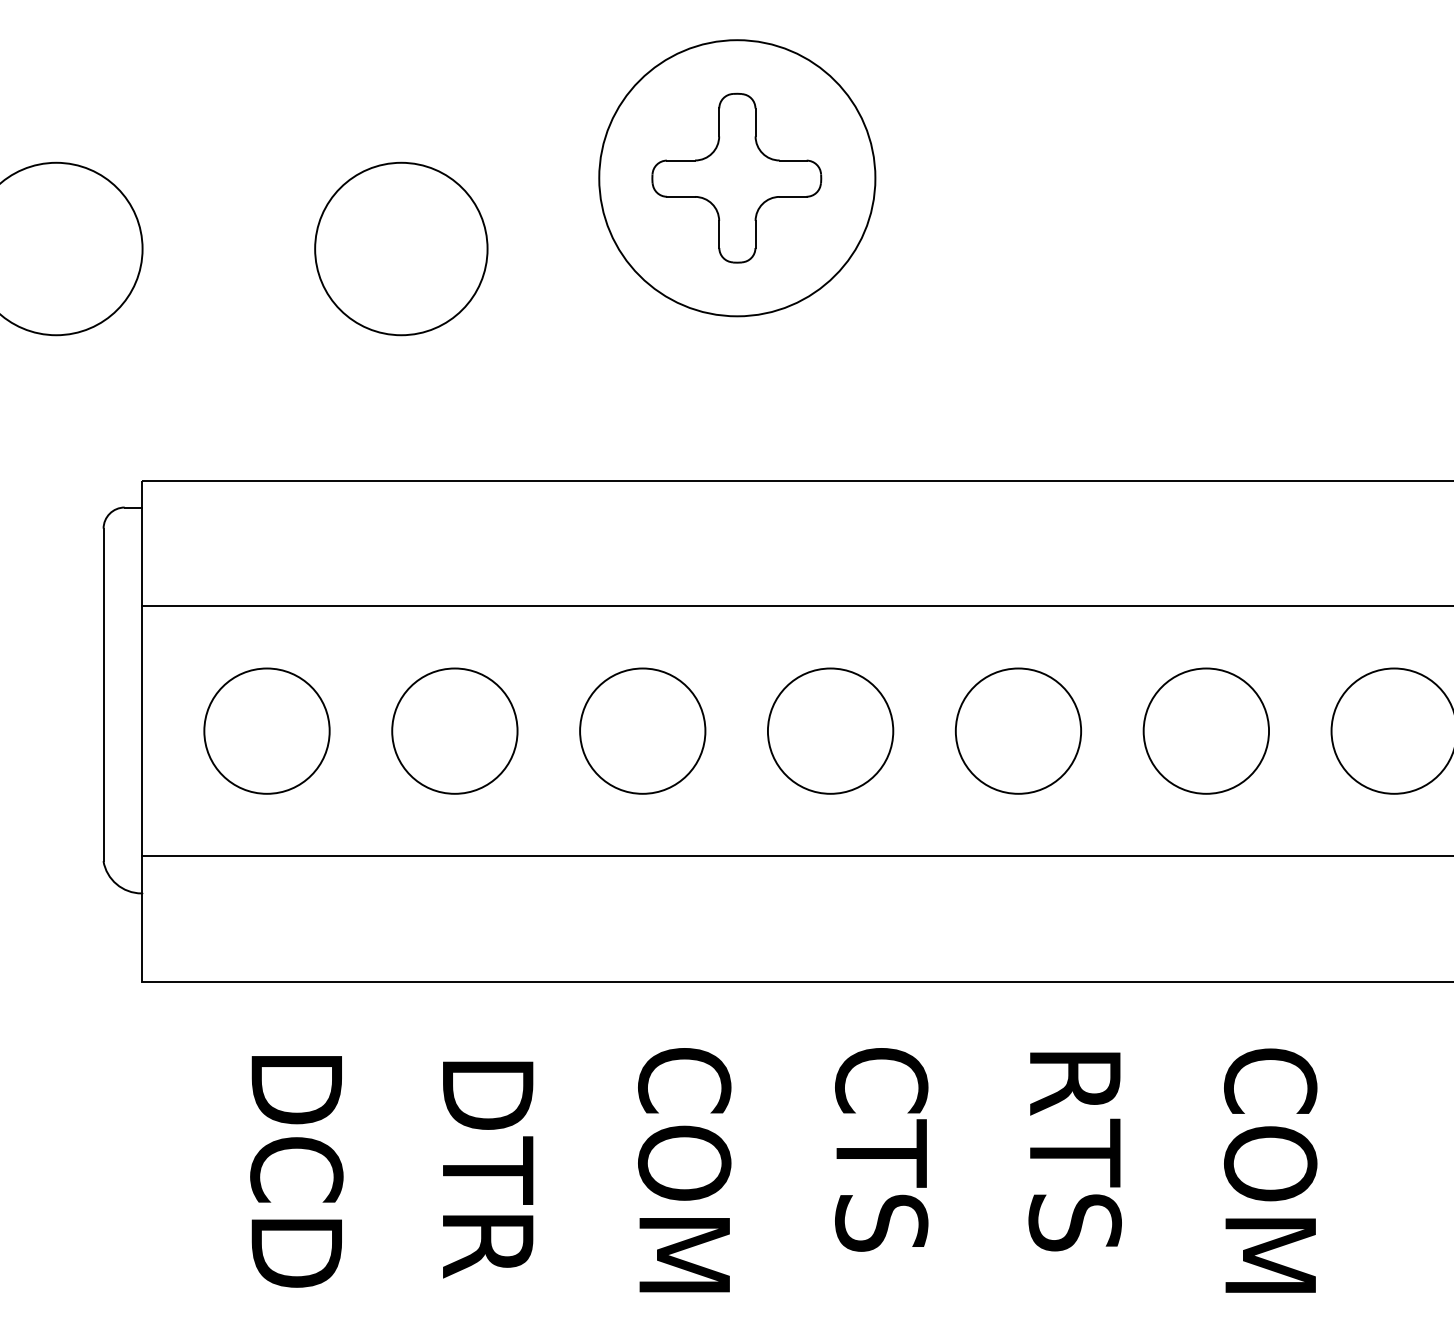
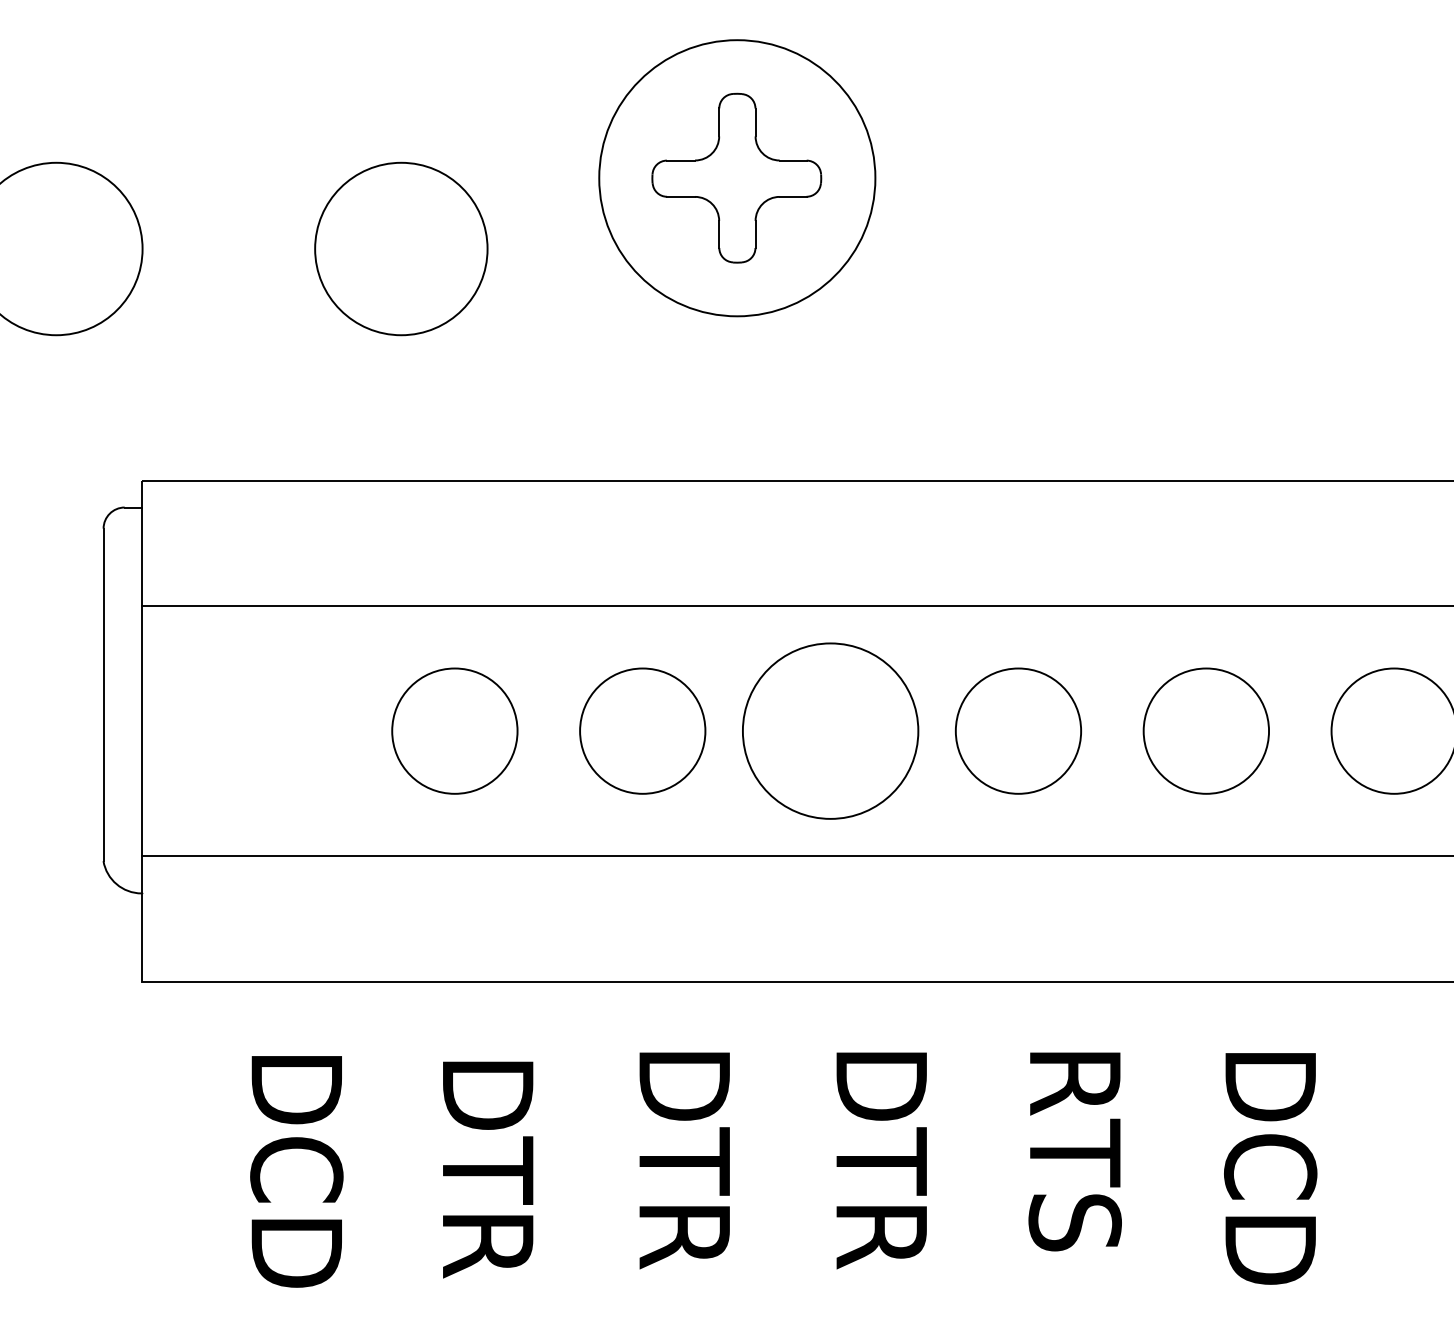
circle at (266, 730): present -> none
circle at (830, 730) diameter: 125 px -> 175 px
text at (881, 1158): CTS -> DTR
text at (684, 1170): COM -> DTR
text at (1270, 1170): COM -> DCD
